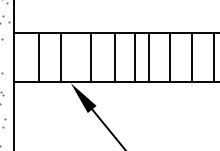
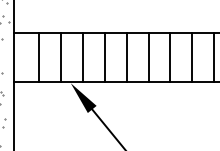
line at (90, 56) position: (90, 56) -> (82, 56)
line at (114, 56) position: (114, 56) -> (104, 56)
line at (134, 56) position: (134, 56) -> (126, 56)
